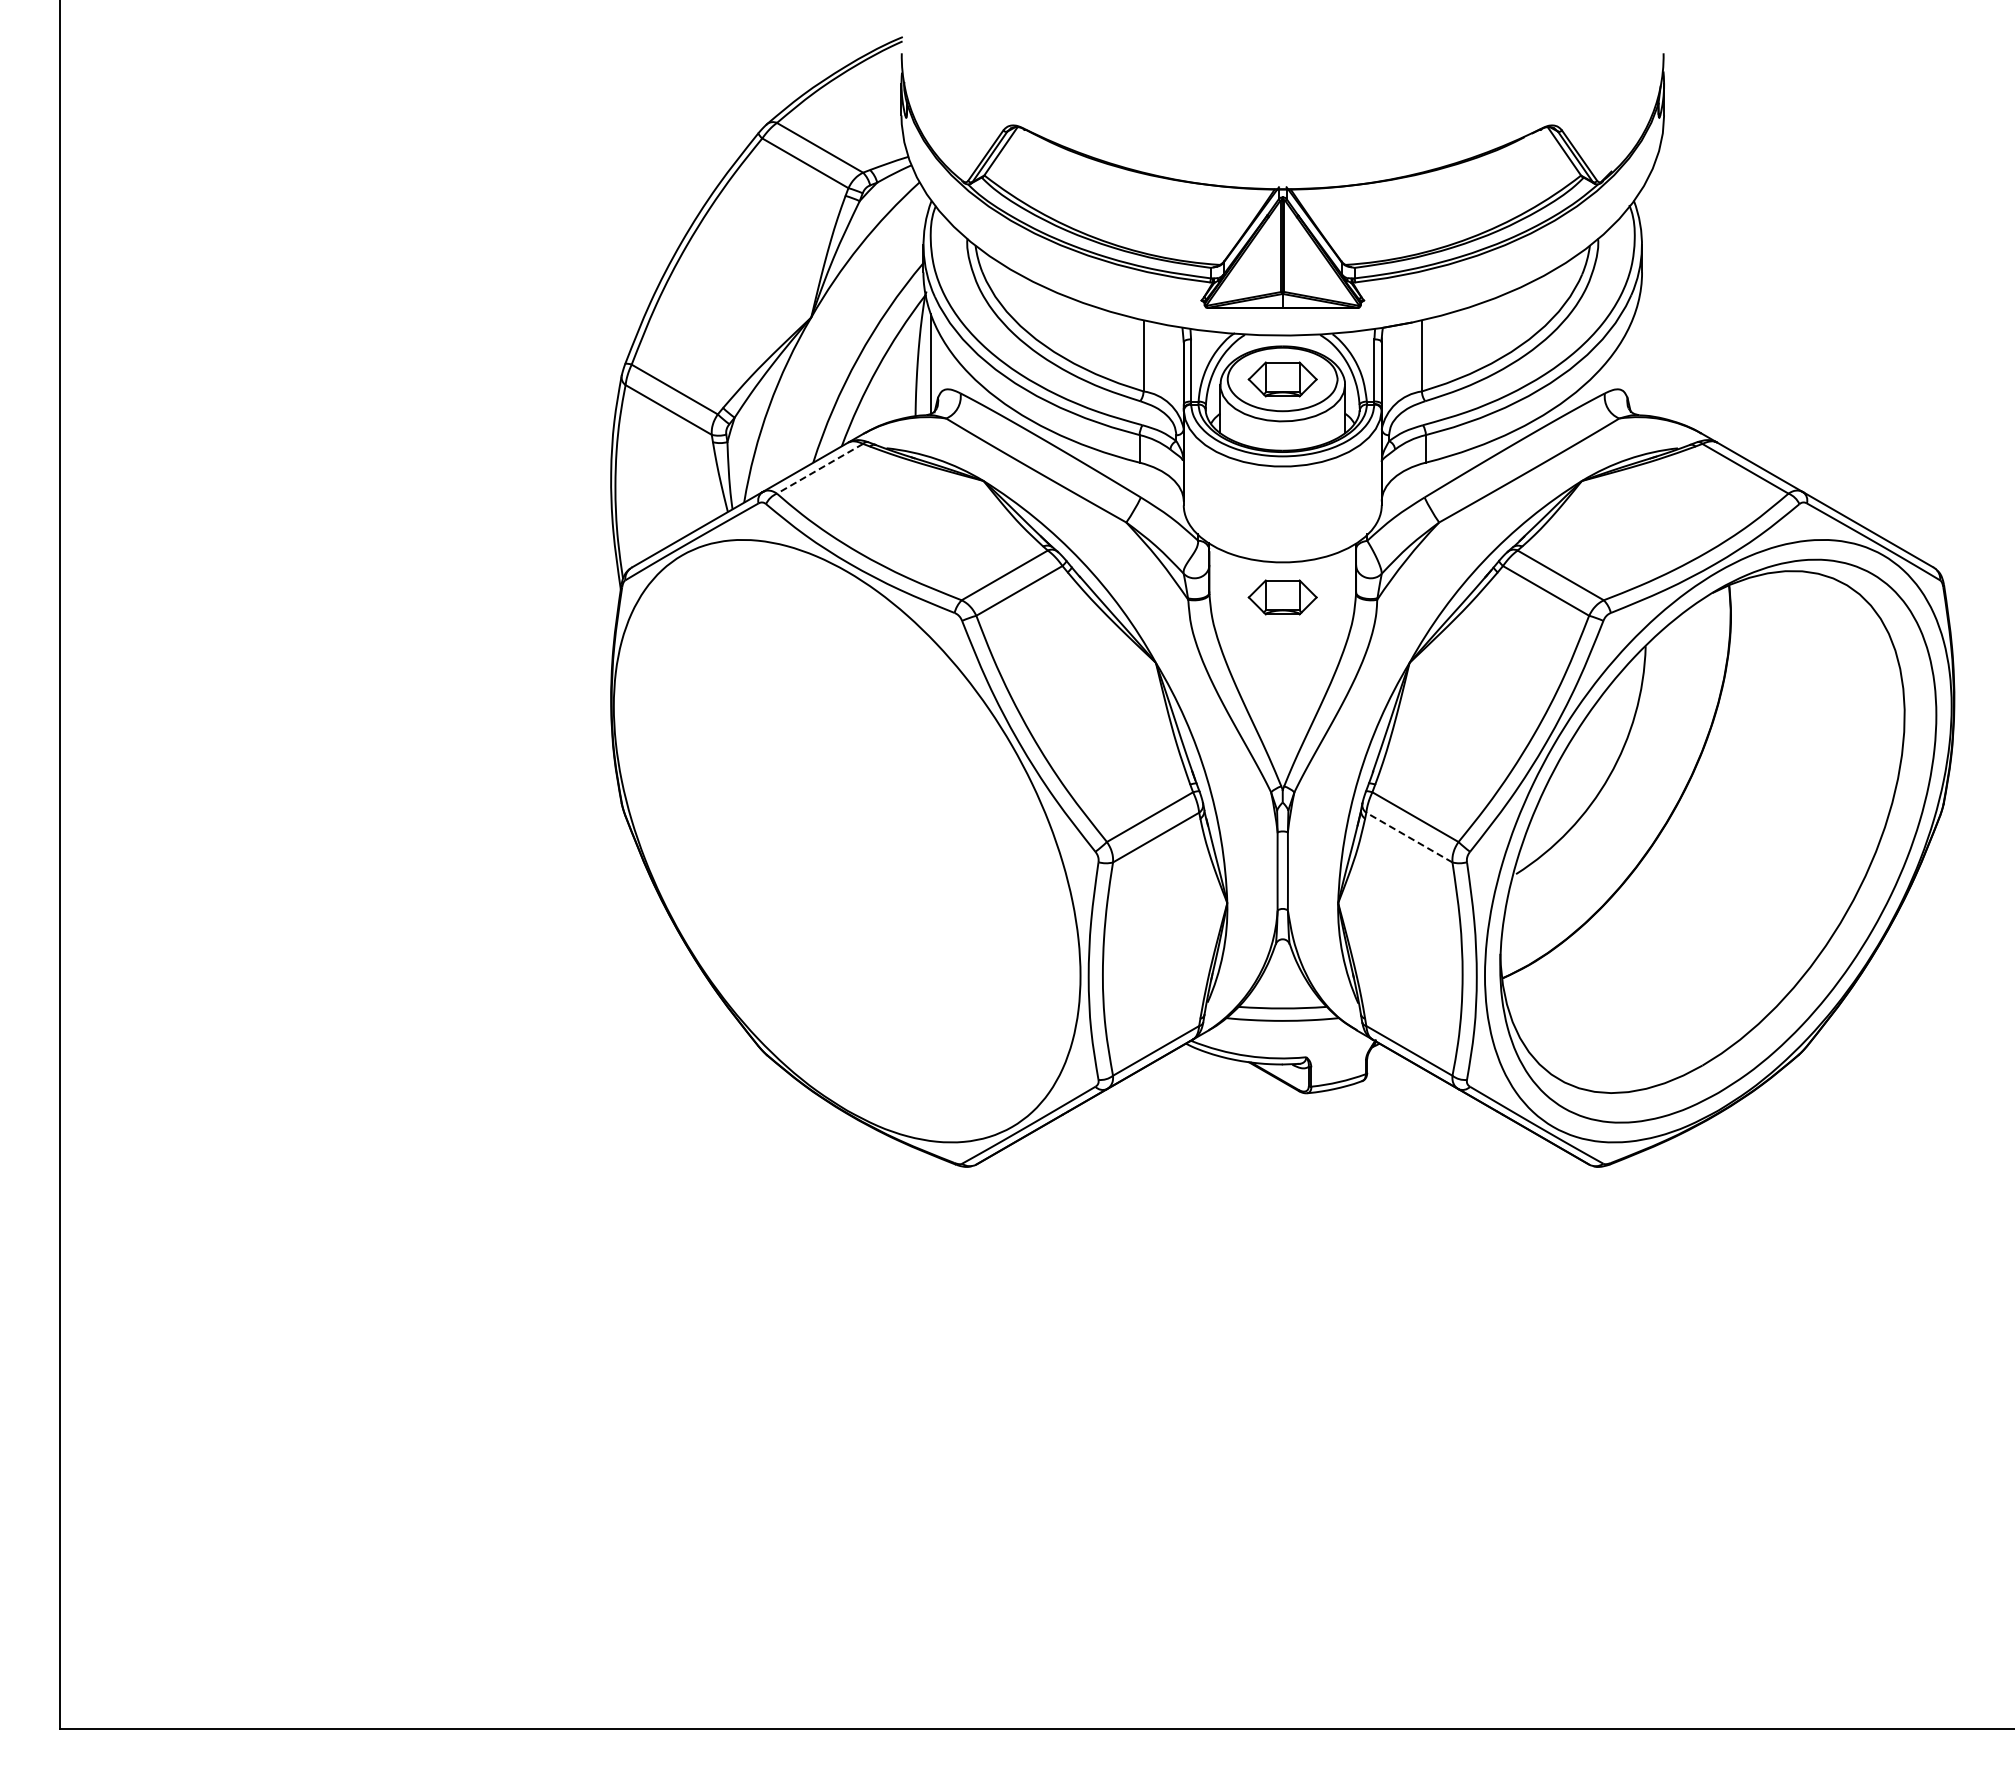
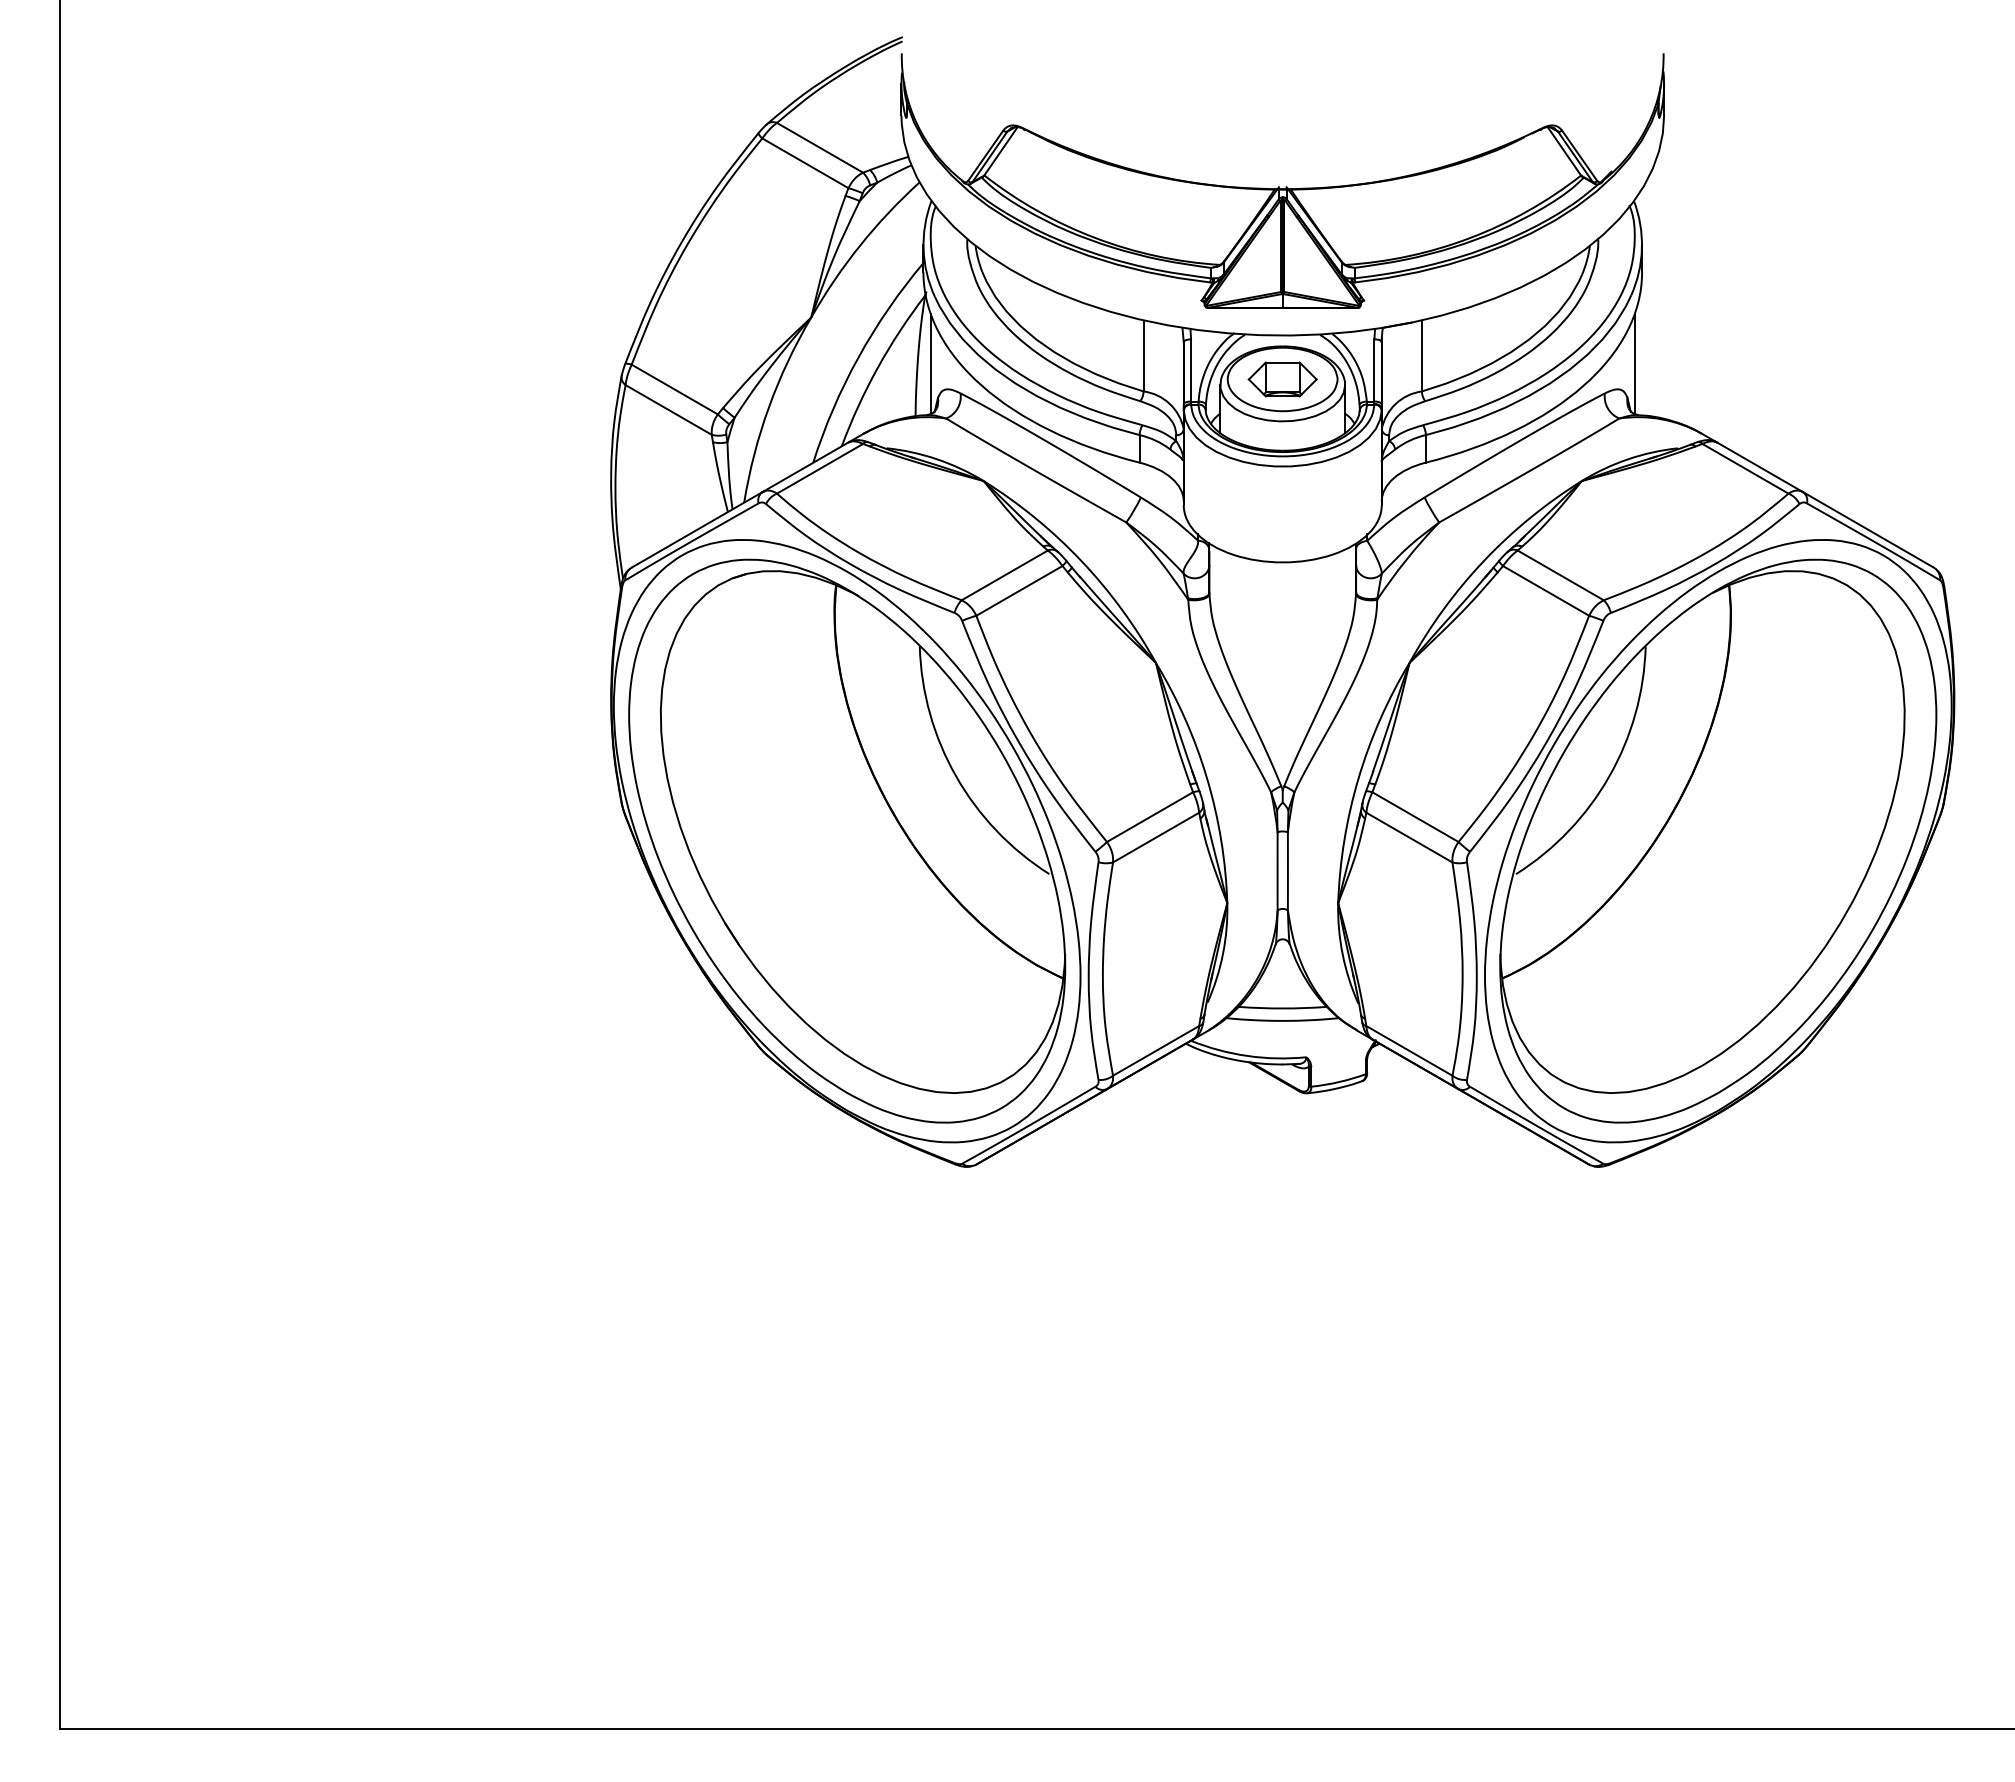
line at (1634, 363): none -> present
line at (820, 468): dashed -> solid
part at (1282, 597): present -> none
line at (1409, 837): dashed -> solid
part at (847, 840): none -> present
